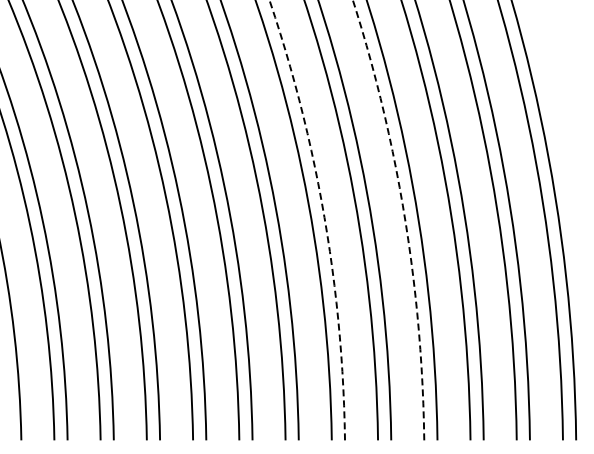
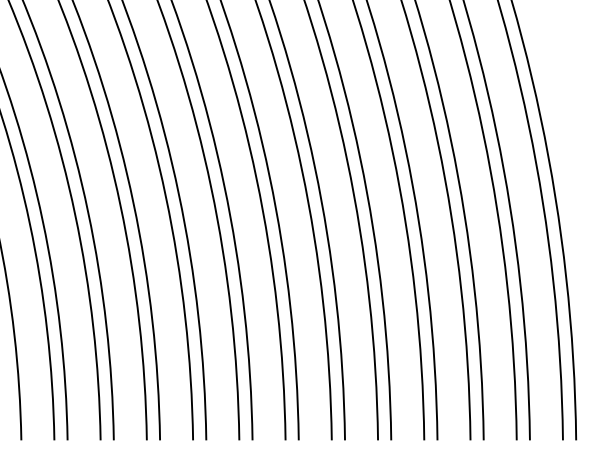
arc at (324, 216): dashed -> solid
arc at (404, 217): dashed -> solid
